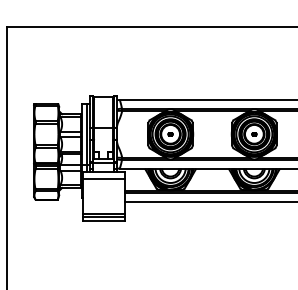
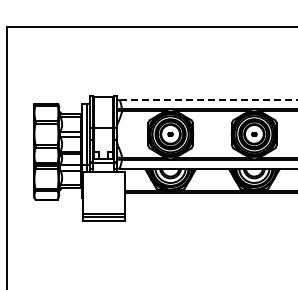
line at (208, 99): solid -> dashed
line at (103, 178): present -> none
line at (209, 202): present -> none
